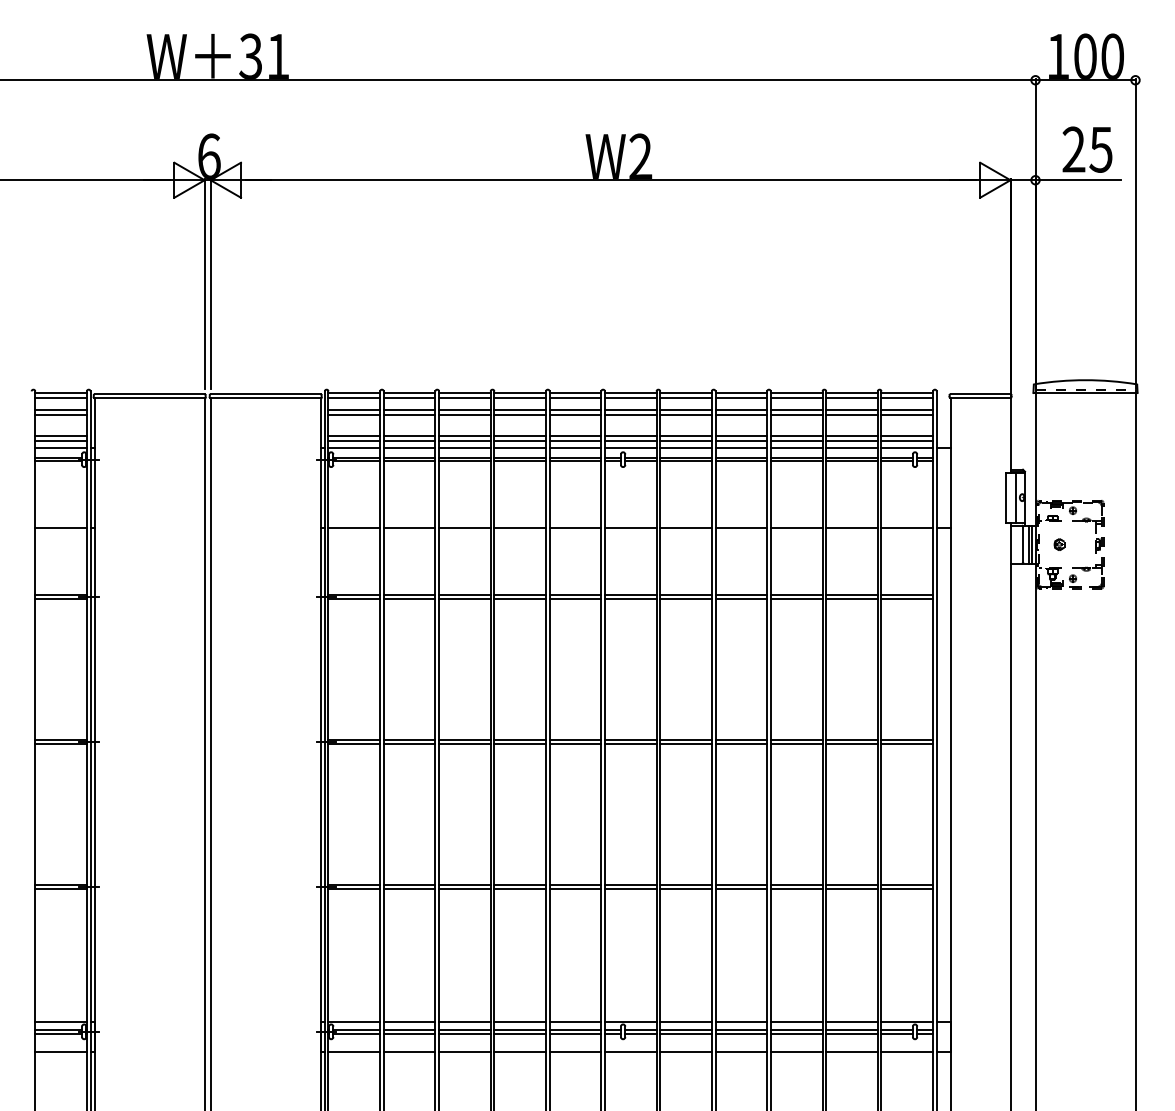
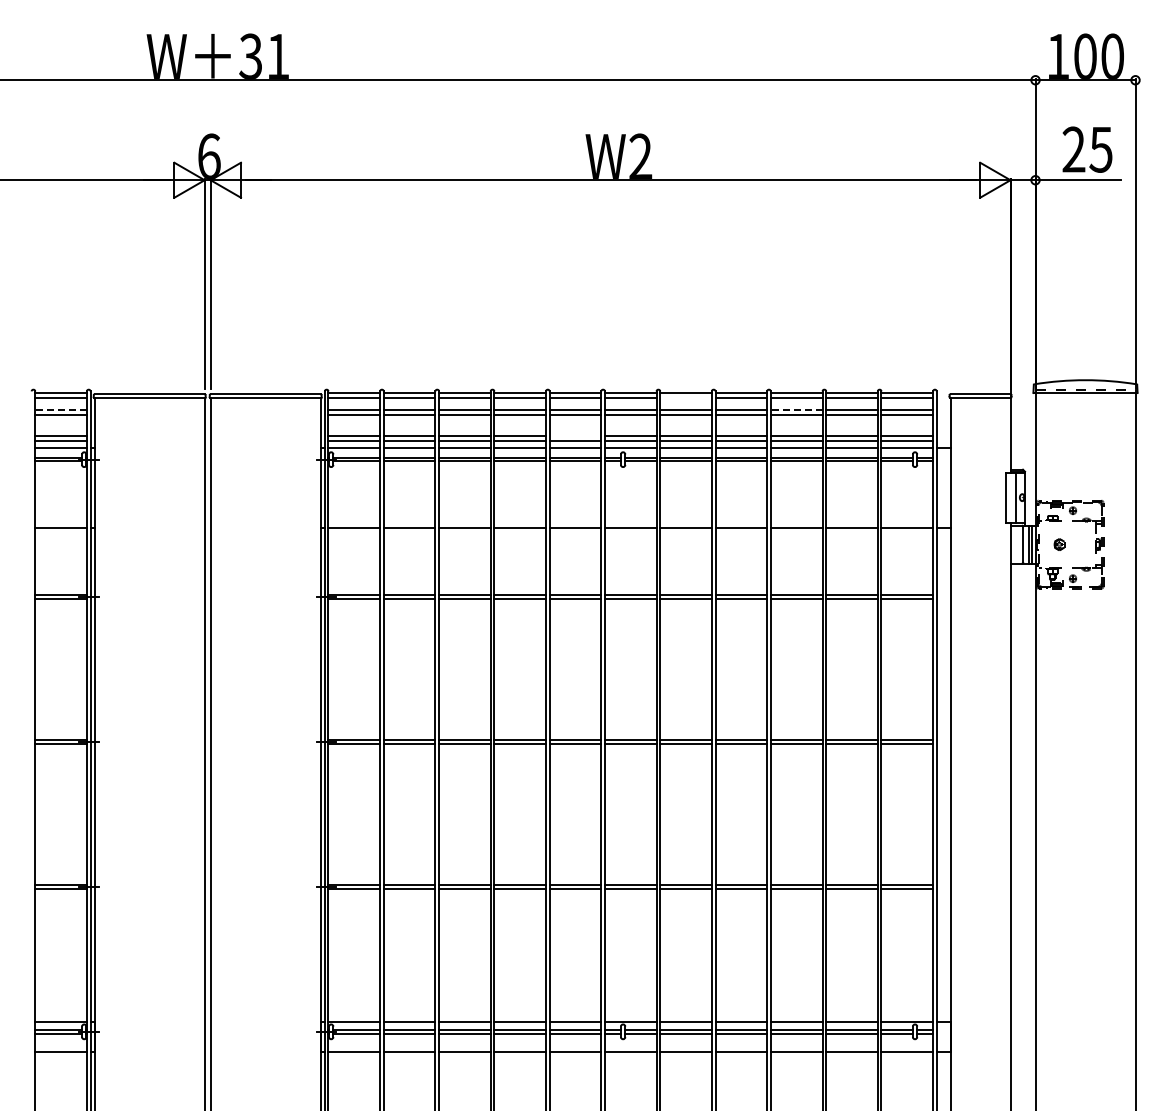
line at (685, 397): present -> none
line at (61, 410): solid -> dashed
line at (796, 410): solid -> dashed
line at (575, 436): present -> none
